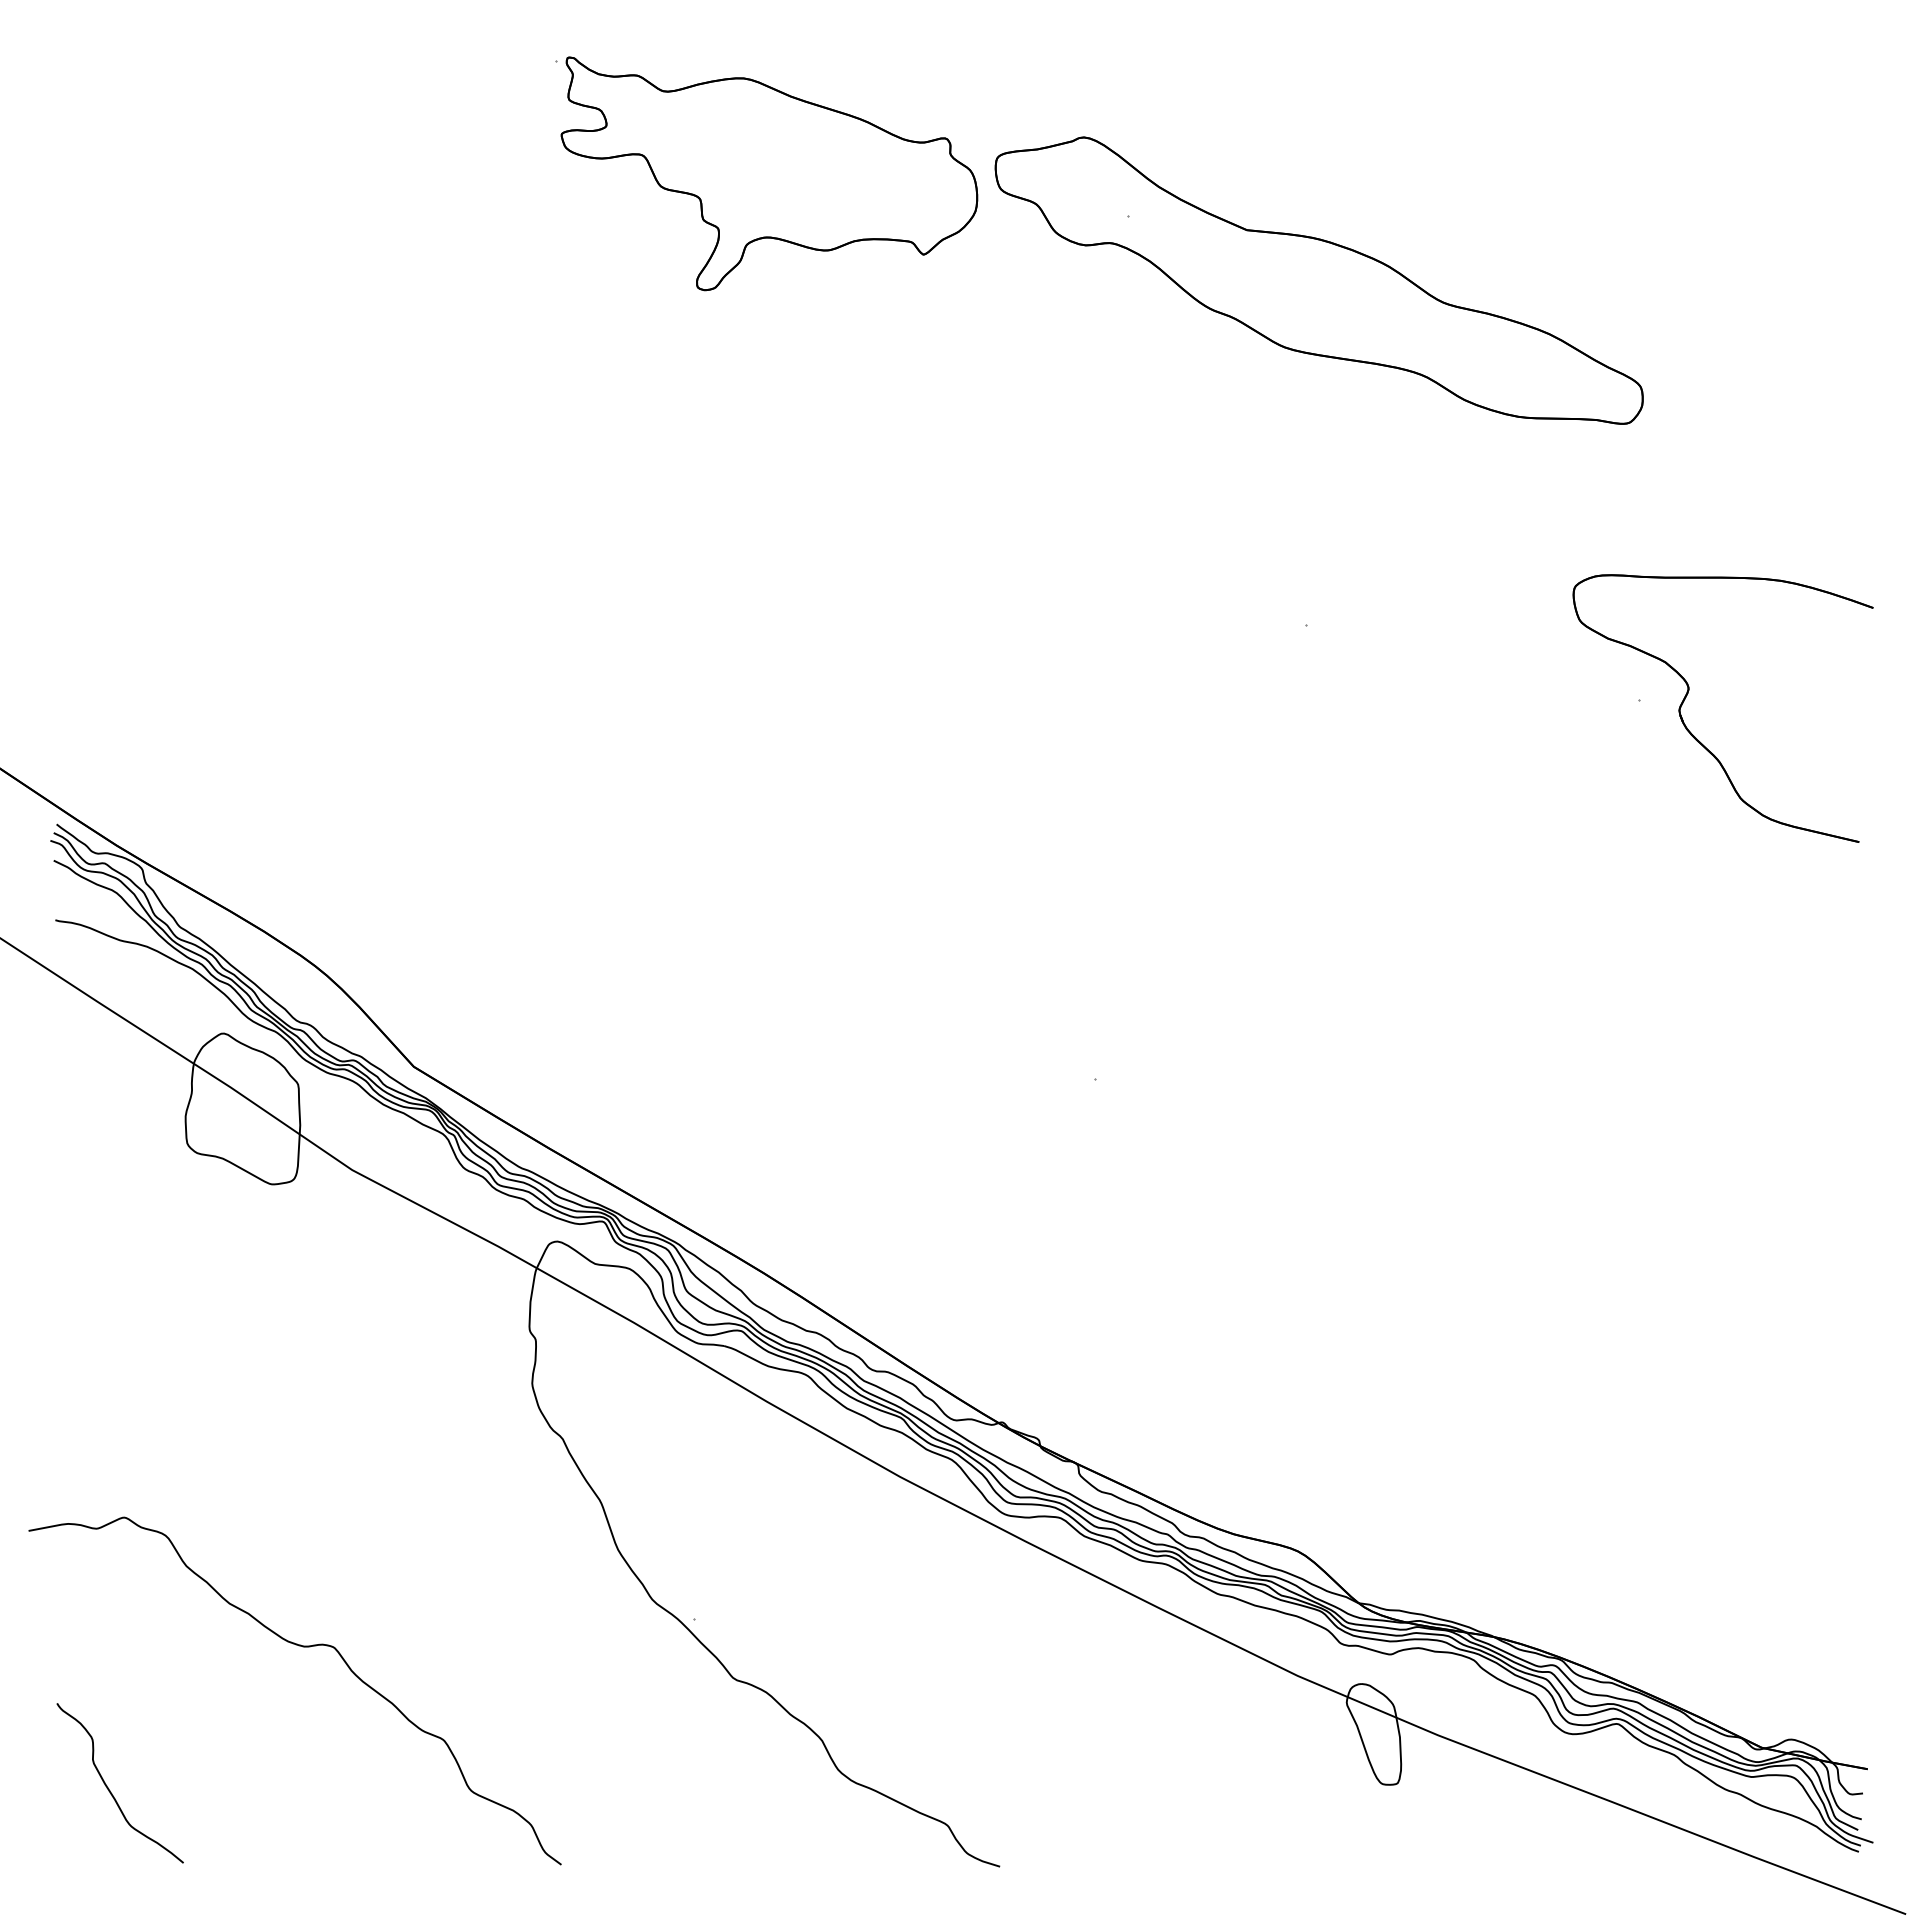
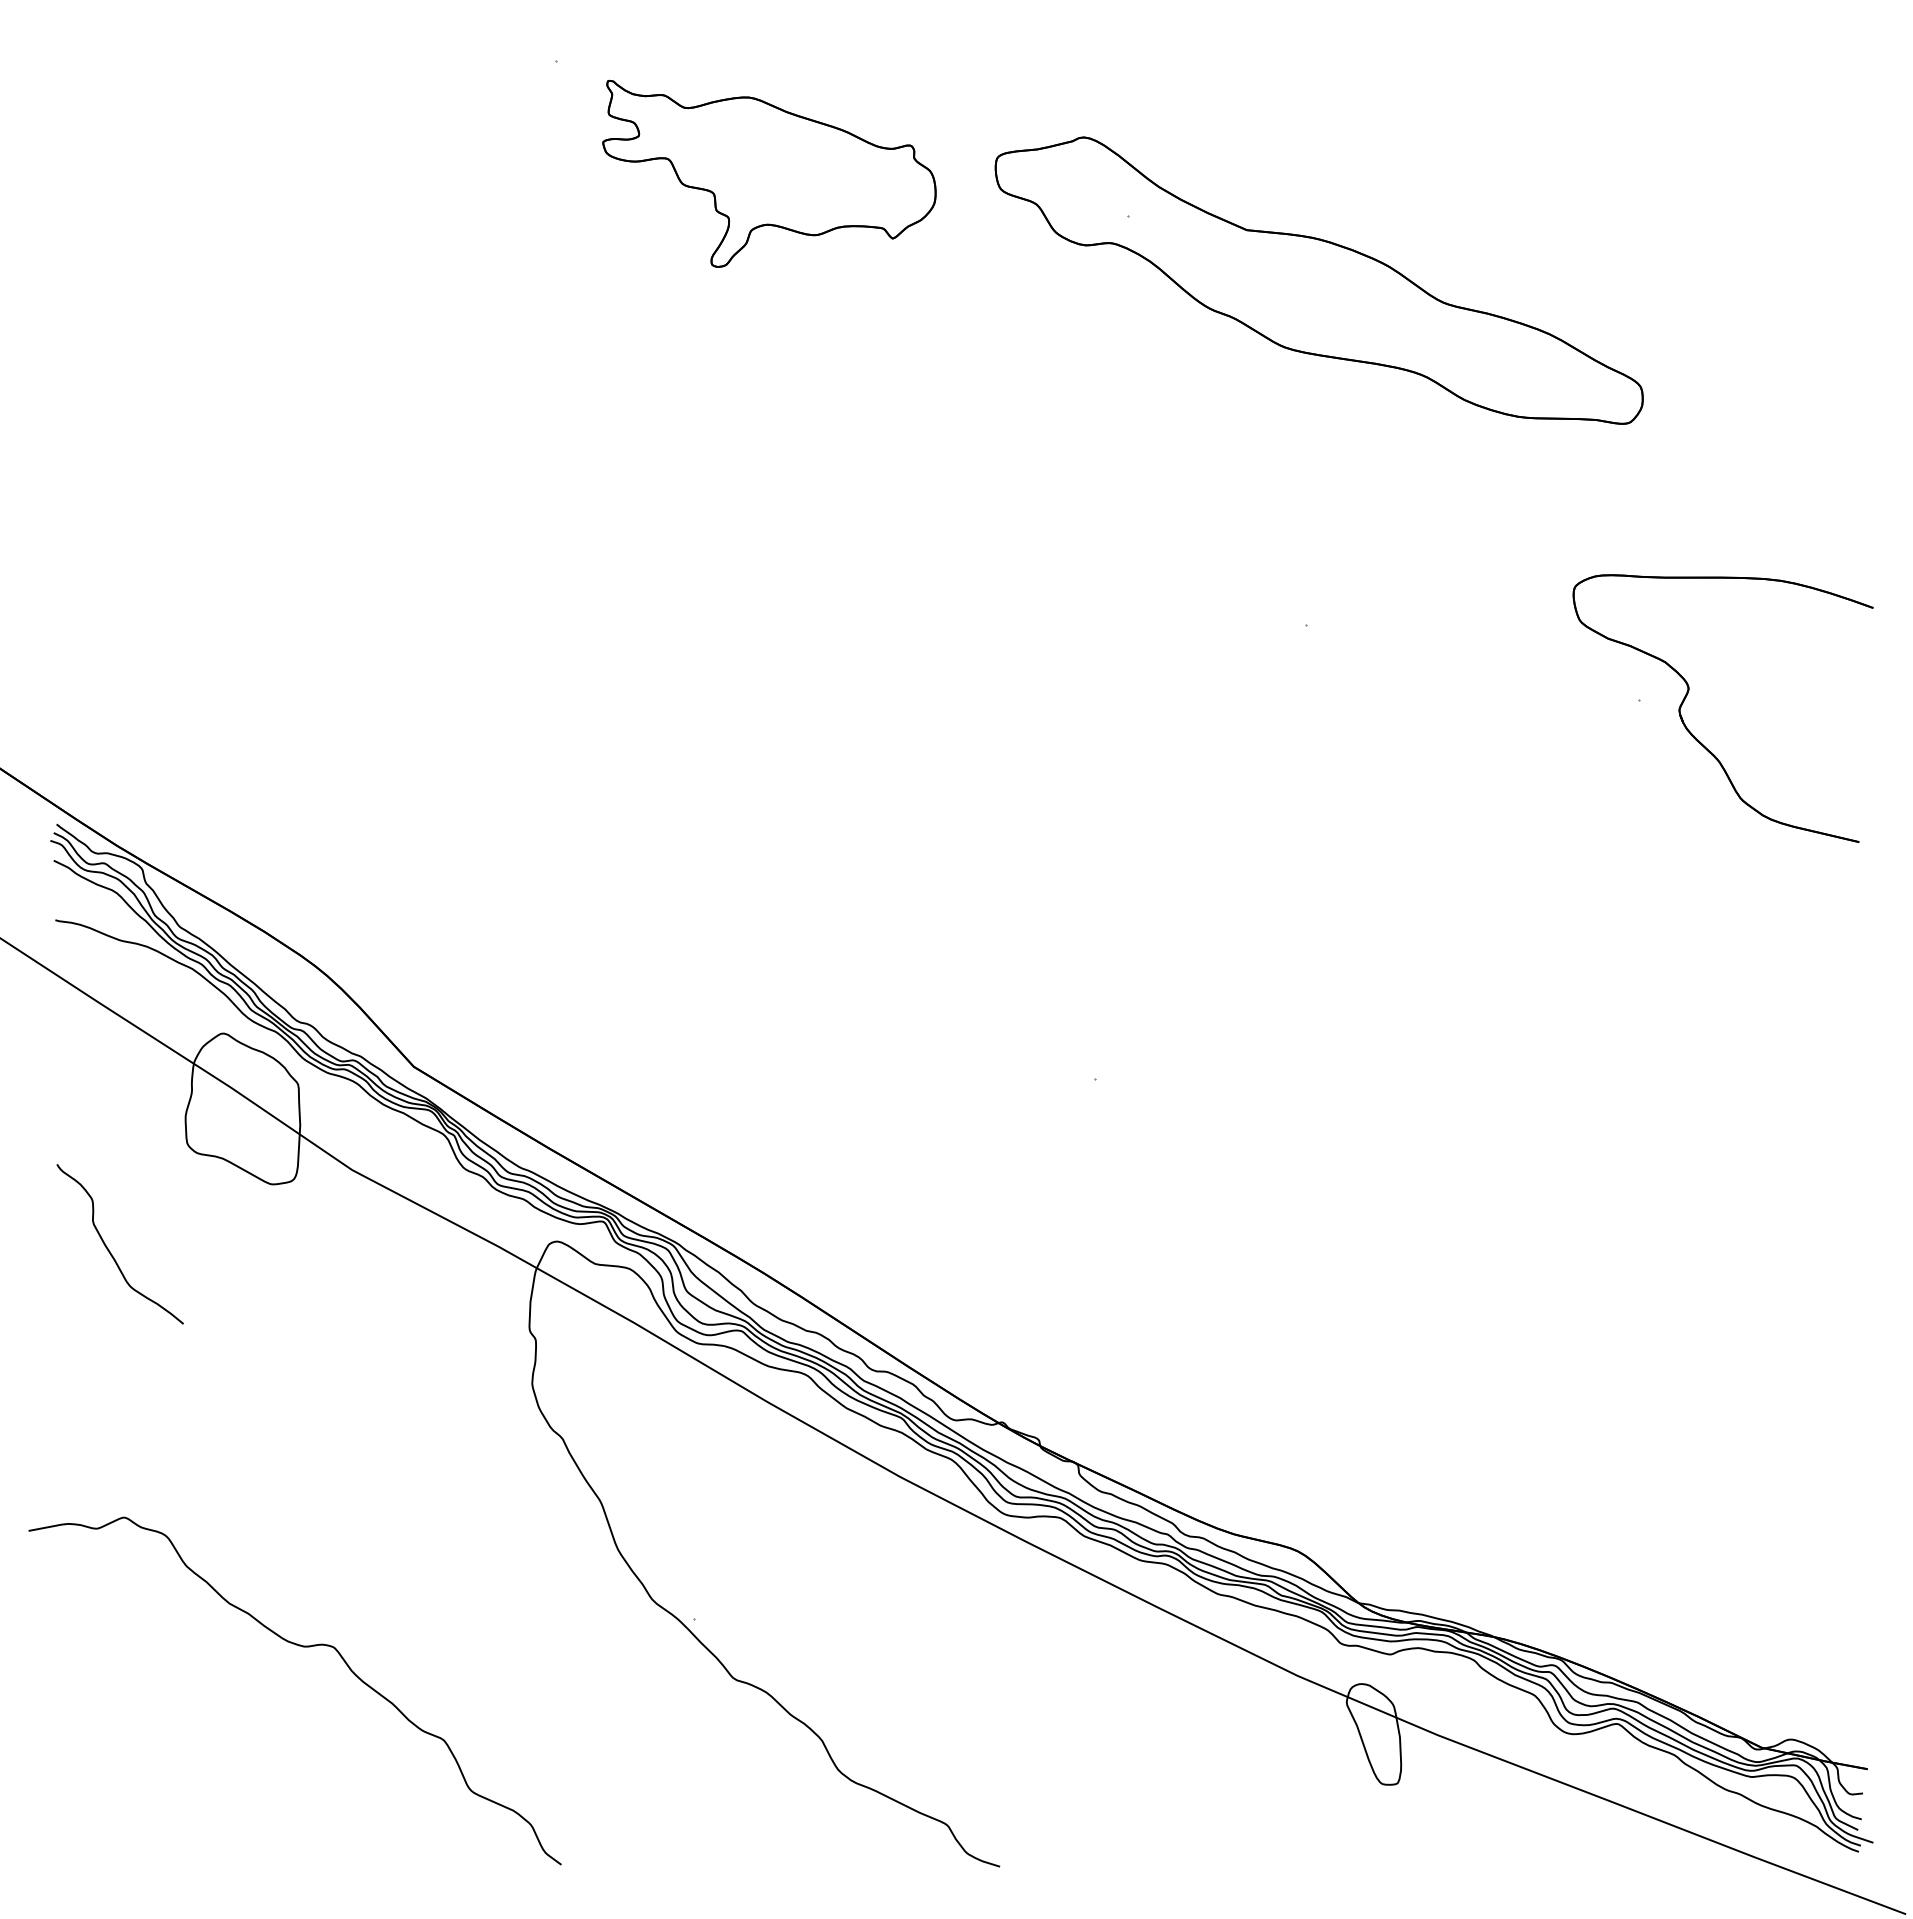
part at (769, 173) size: 419x236 px -> 335x189 px
curve at (109, 1788) position: (109, 1788) -> (109, 1249)
